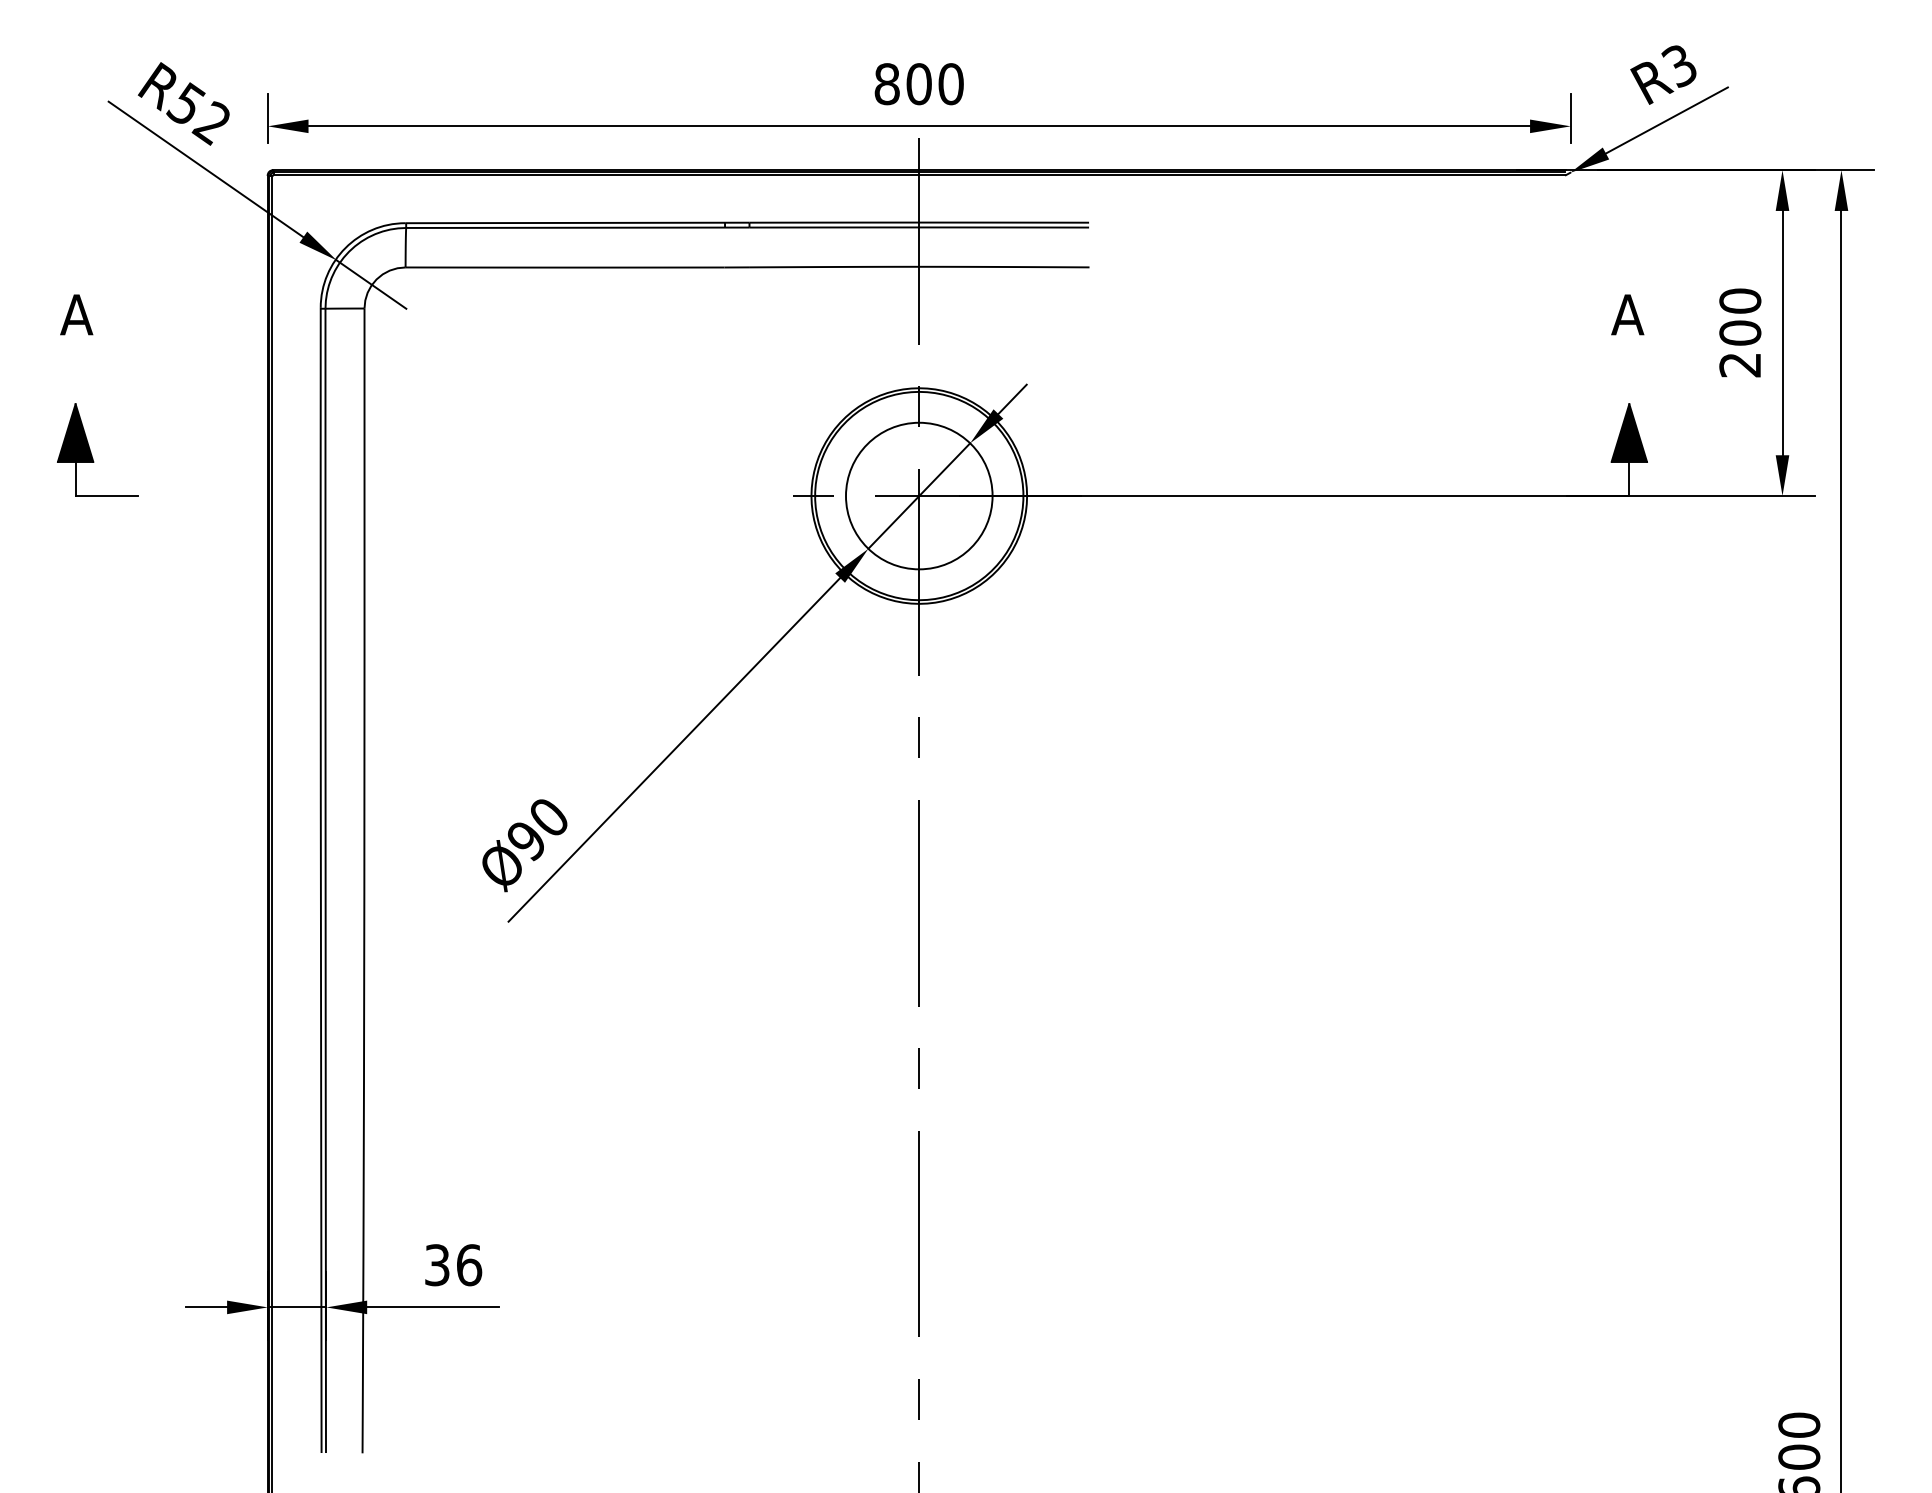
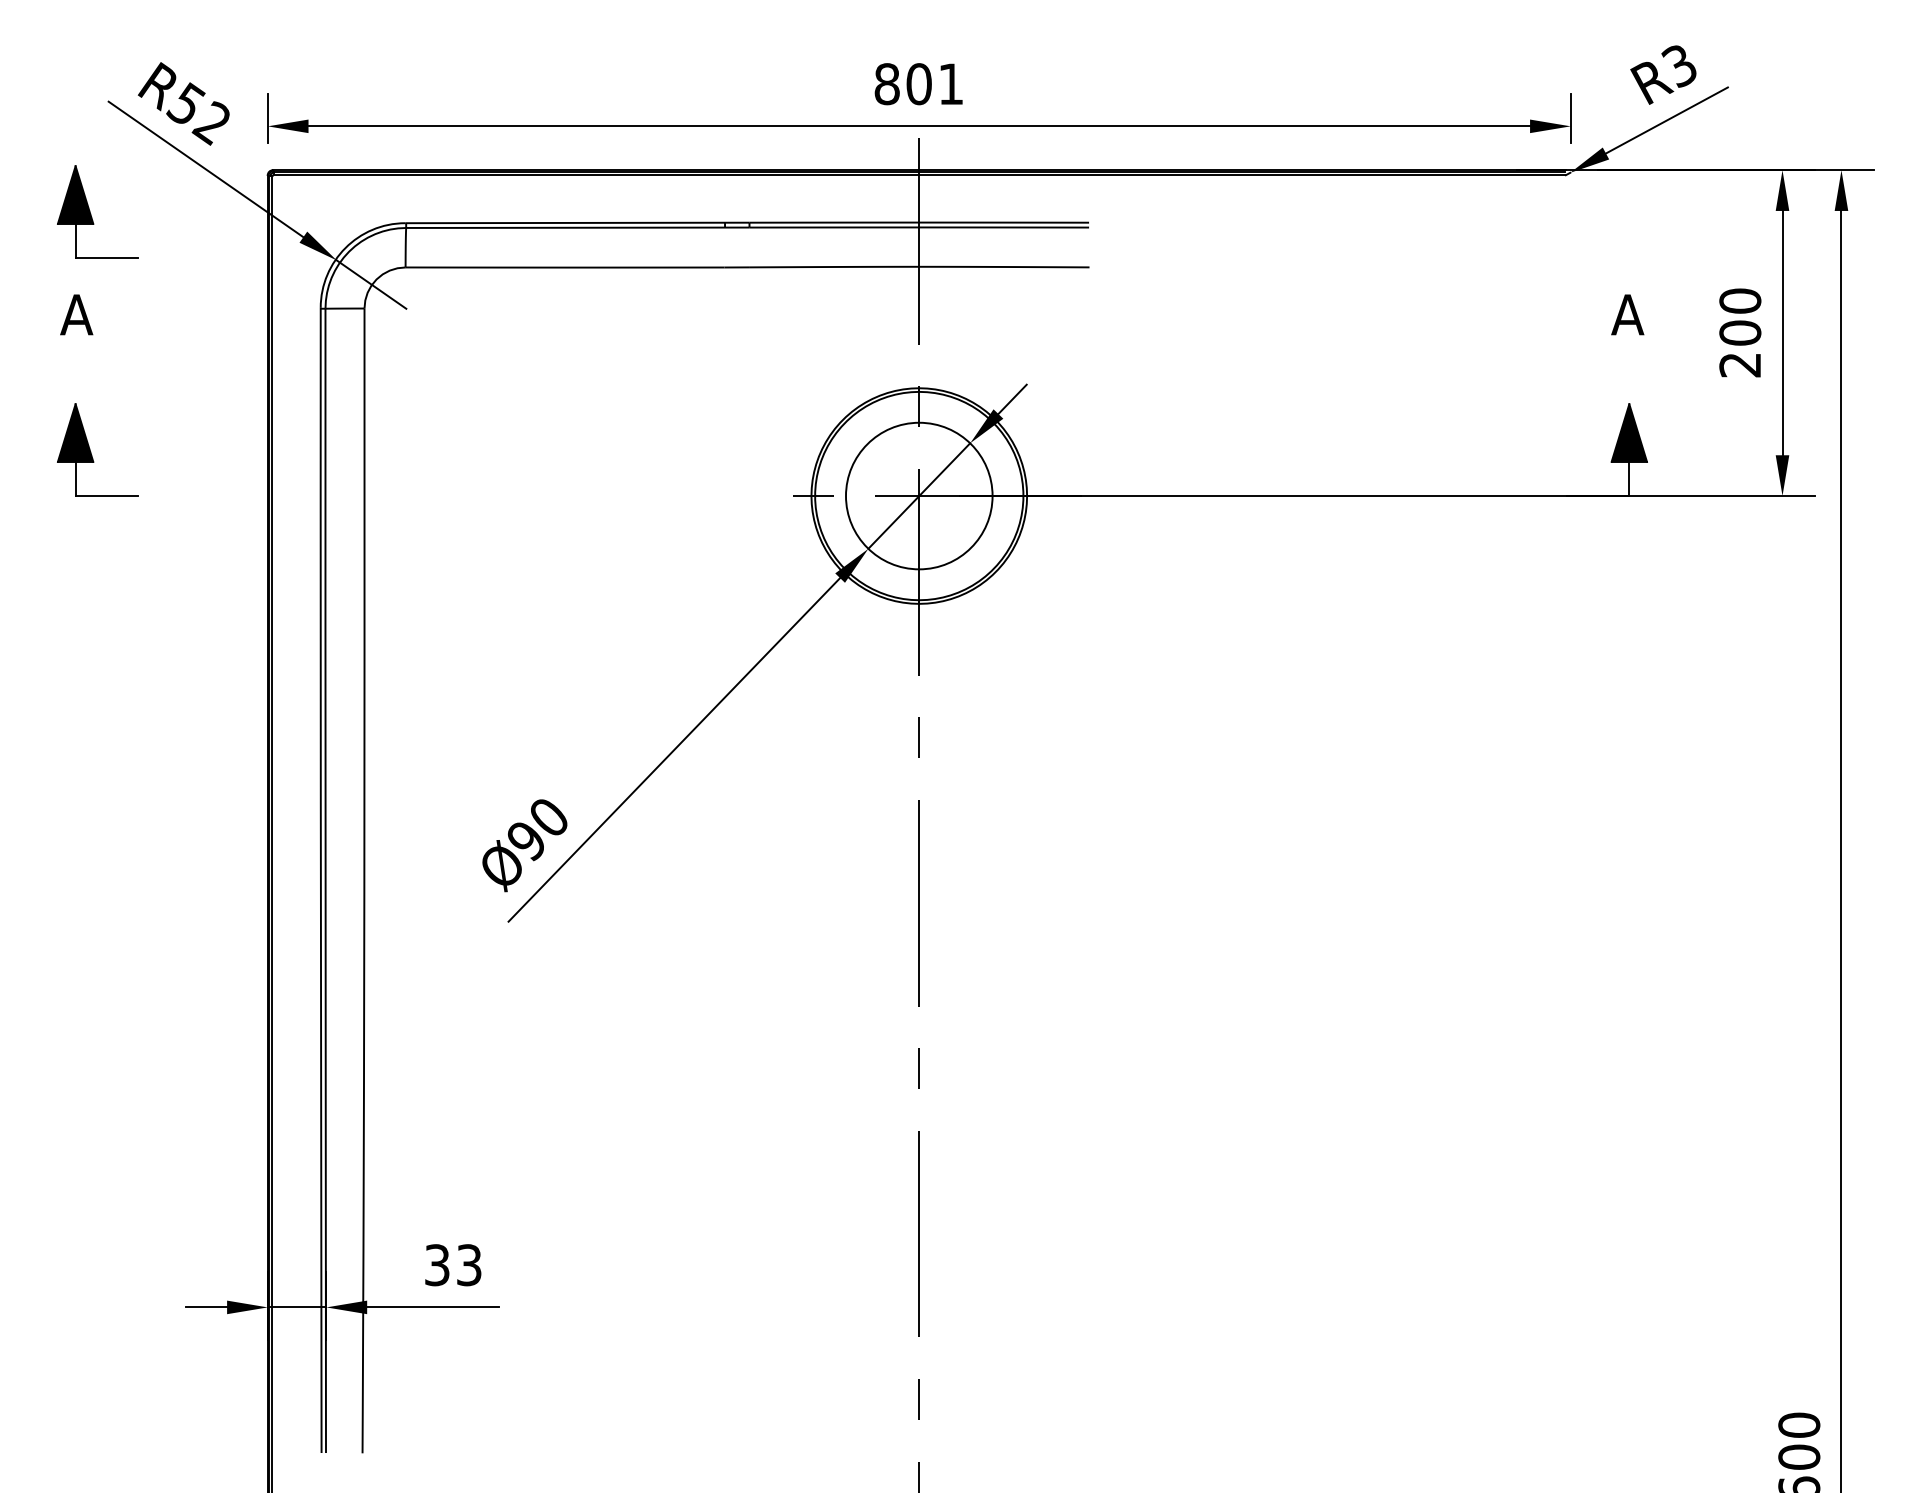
text at (950, 84): 800 -> 801
part at (91, 213): none -> present
text at (469, 1265): 36 -> 33
